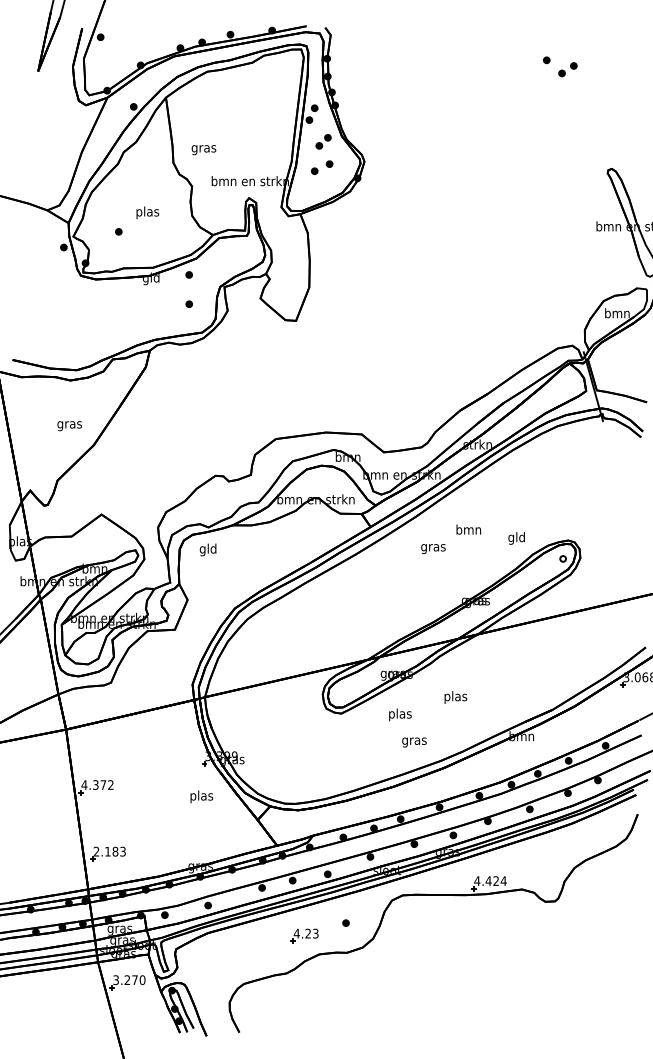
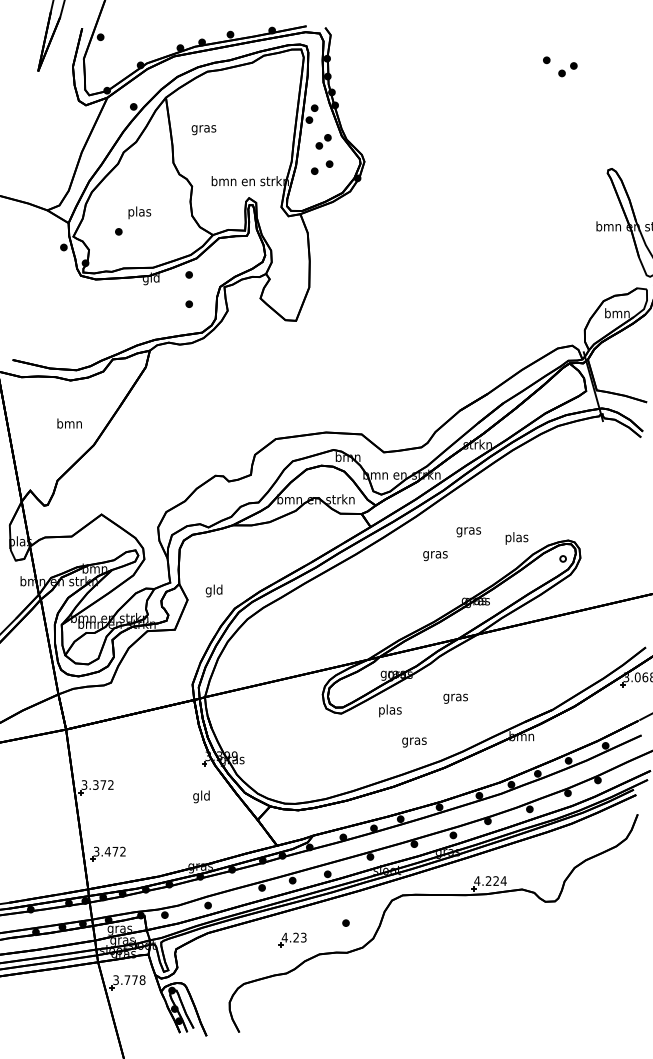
text at (203, 150) position: (203, 150) -> (203, 130)
text at (147, 212) position: (147, 212) -> (139, 212)
text at (69, 424): gras -> bmn
text at (468, 530): bmn -> gras
text at (516, 538): gld -> plas
text at (207, 549) position: (207, 549) -> (213, 590)
text at (433, 549) position: (433, 549) -> (435, 556)
text at (455, 697): plas -> gras
text at (400, 714) position: (400, 714) -> (390, 710)
text at (84, 784): 4.372 -> 3.372
text at (201, 796): plas -> gld
text at (109, 851): 2.183 -> 3.472
text at (488, 880): 4.424 -> 4.224
part at (304, 935) position: (304, 935) -> (292, 939)
text at (134, 979): 3.270 -> 3.778
